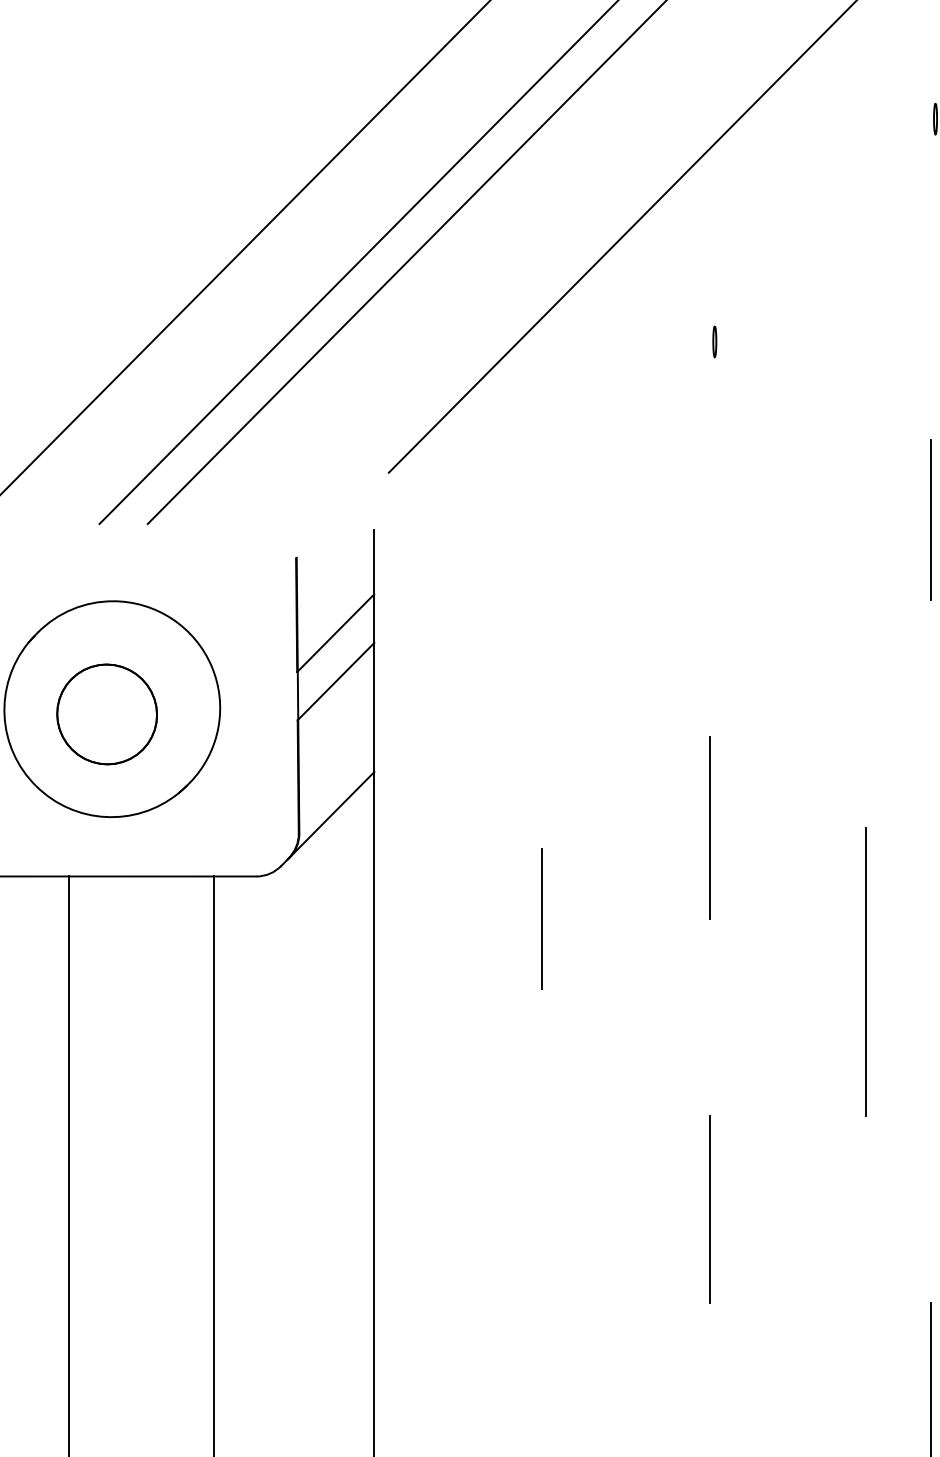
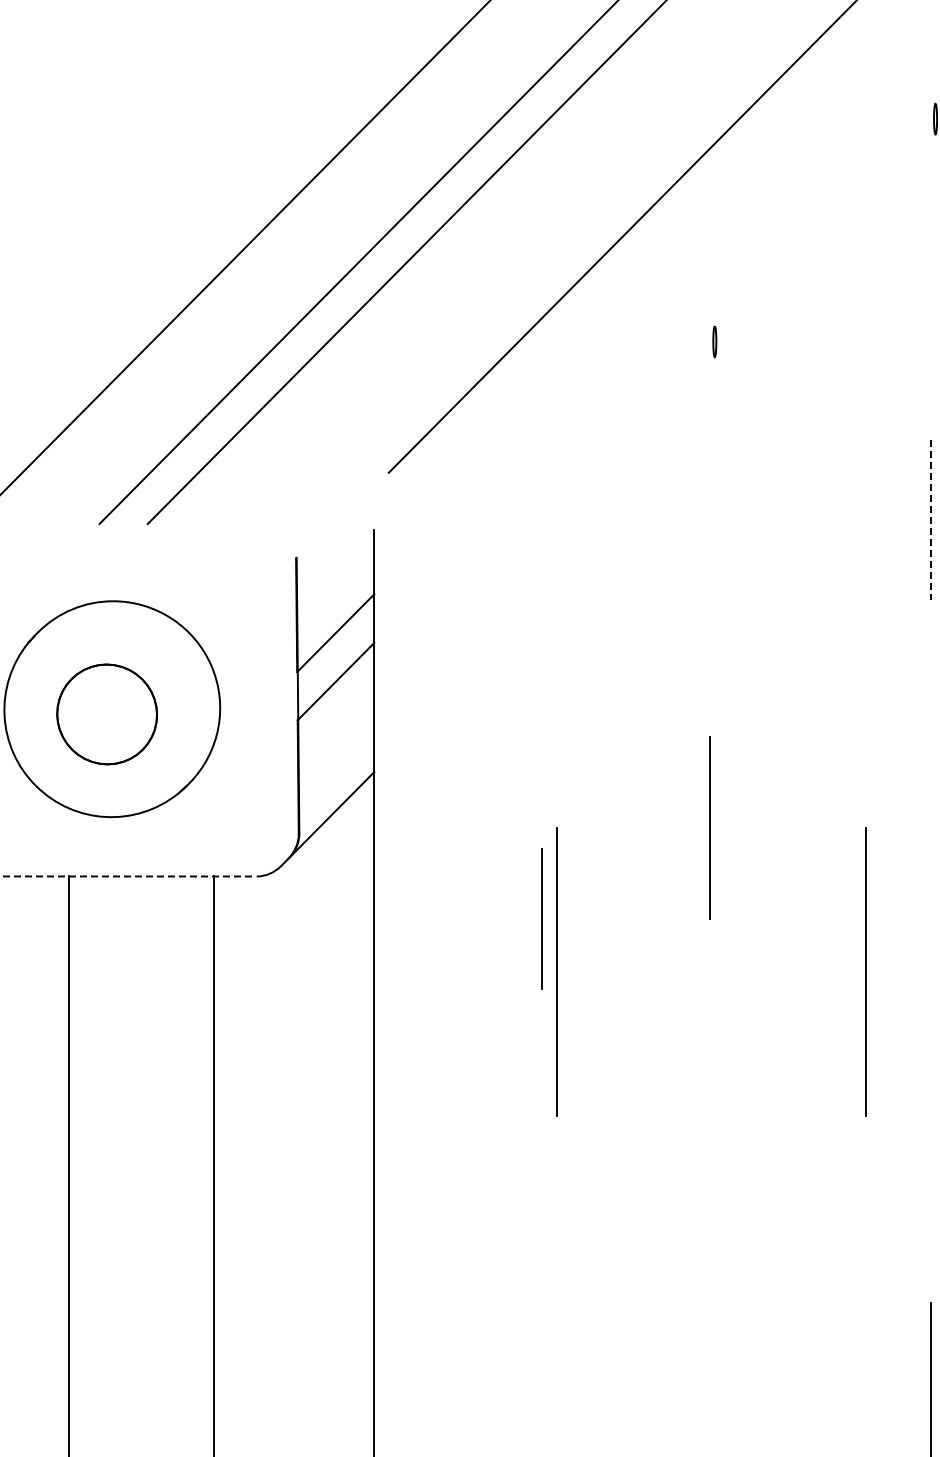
line at (931, 520): solid -> dashed
line at (128, 876): solid -> dashed
line at (556, 971): none -> present
line at (710, 1209): present -> none
